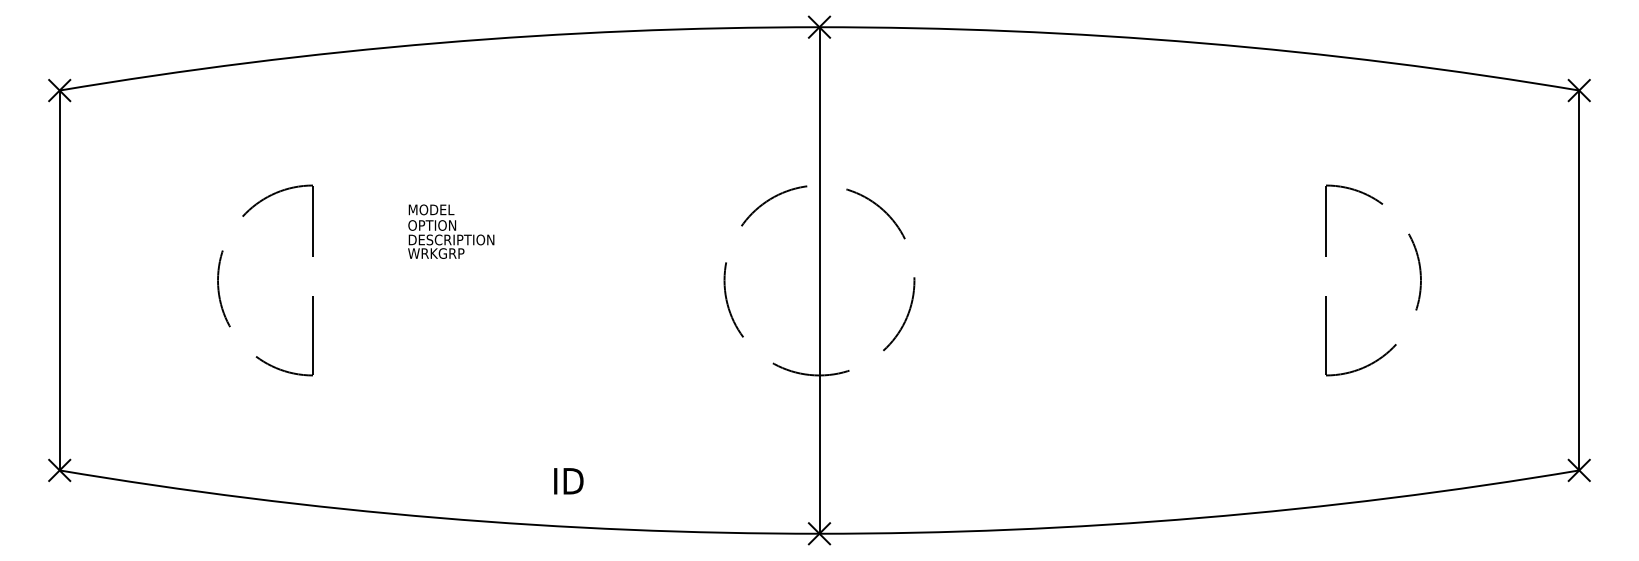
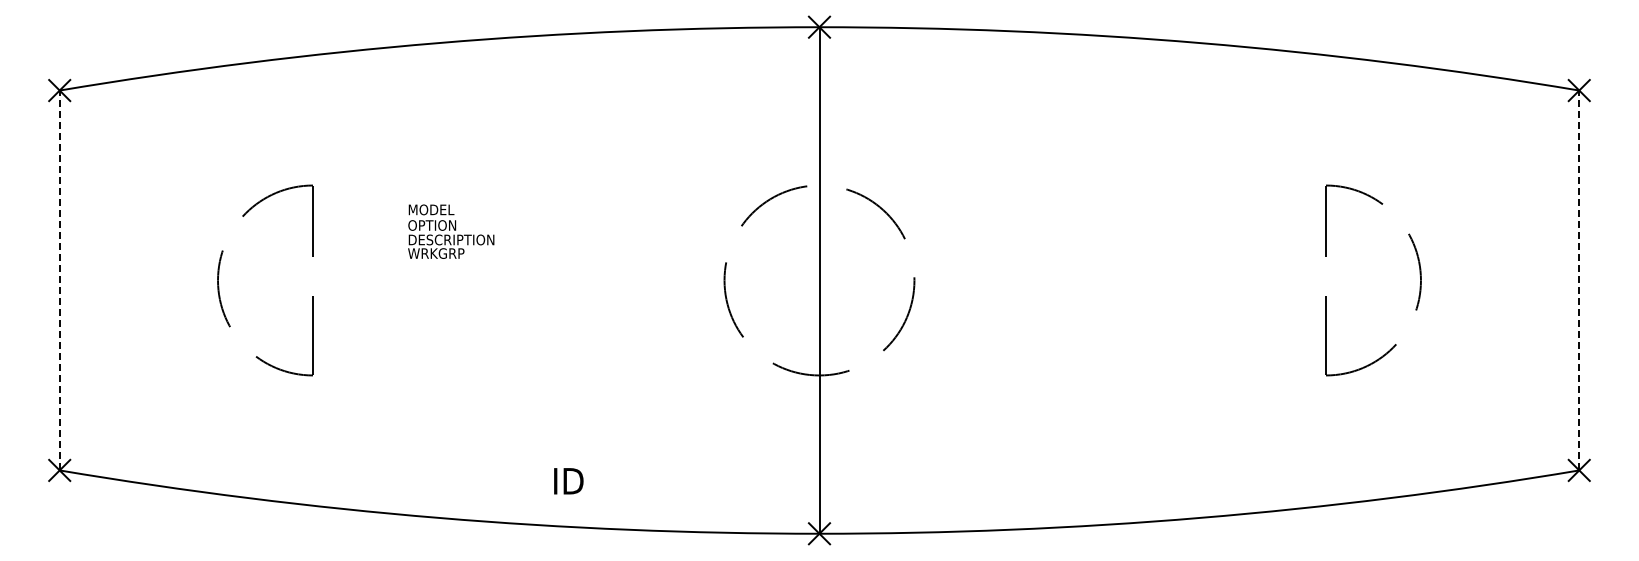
line at (59, 280): solid -> dashed
line at (1579, 280): solid -> dashed
